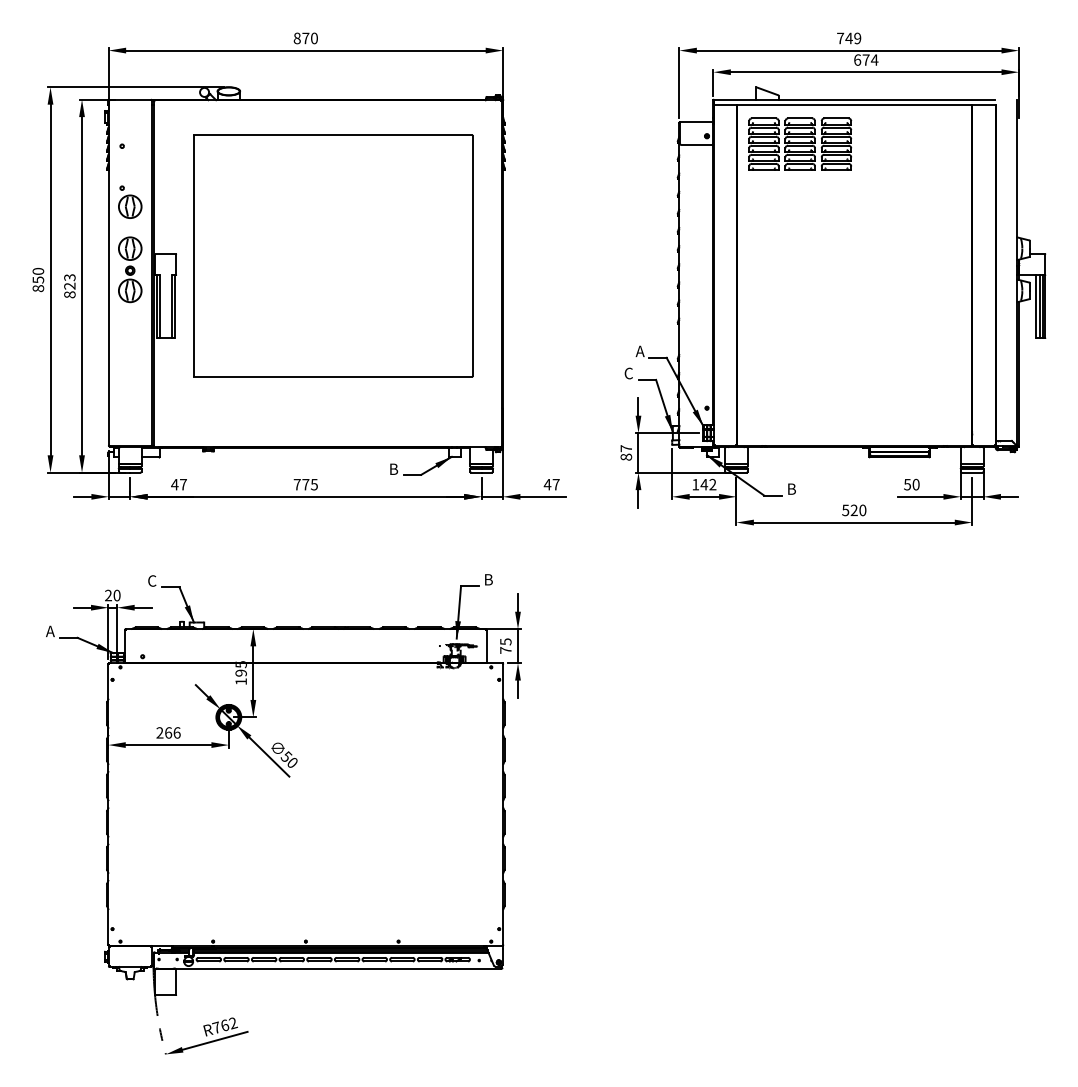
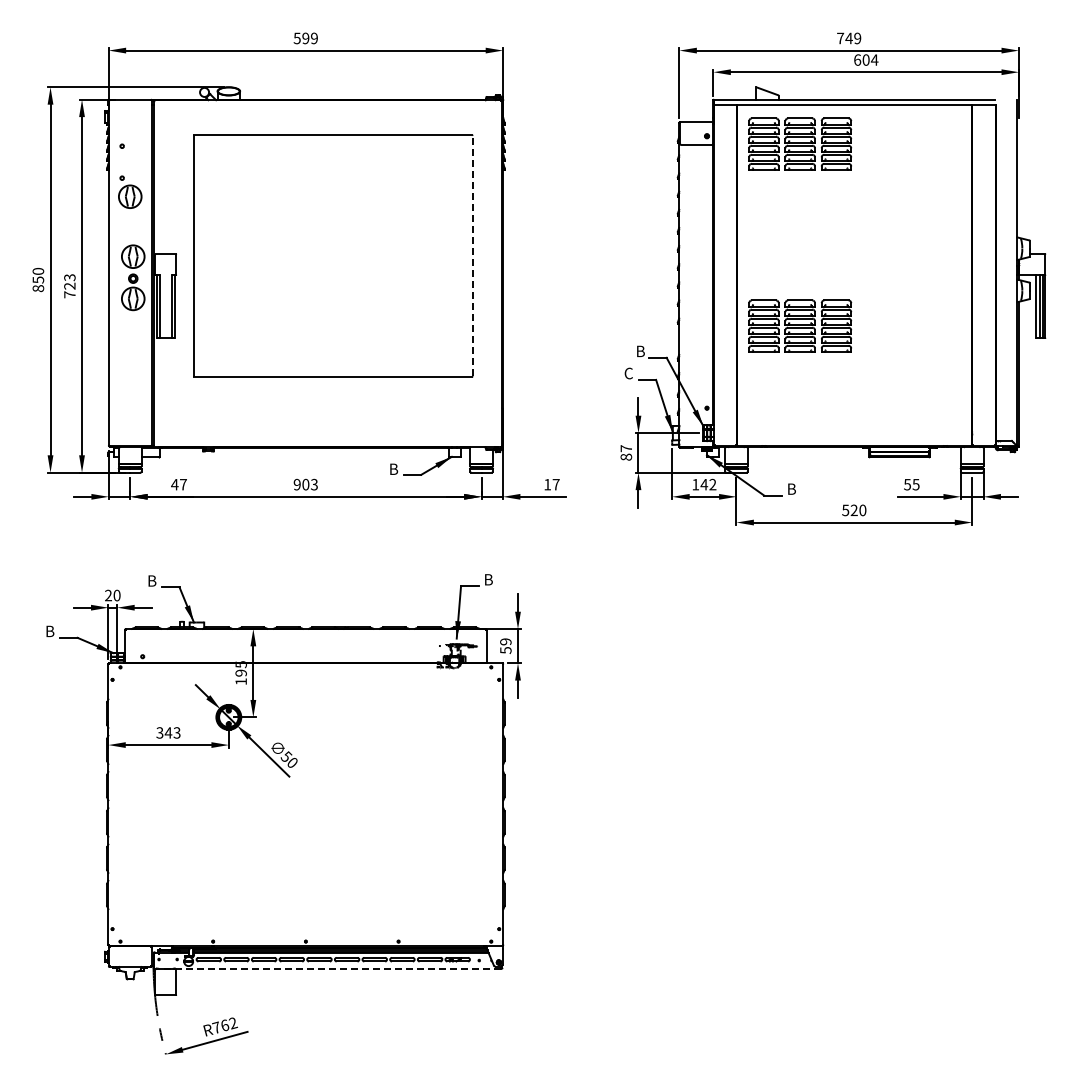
text at (305, 38): 870 -> 599
text at (865, 59): 674 -> 604
part at (130, 201) position: (130, 201) -> (130, 191)
line at (472, 255): solid -> dashed
part at (130, 269) position: (130, 269) -> (133, 277)
text at (69, 294): 823 -> 723
part at (800, 325): none -> present
text at (639, 351): A -> B
text at (305, 484): 775 -> 903
text at (547, 484): 47 -> 17
text at (915, 484): 50 -> 55
text at (152, 580): C -> B
text at (50, 631): A -> B
text at (505, 646): 75 -> 59
text at (168, 732): 266 -> 343
line at (327, 968): solid -> dashed
